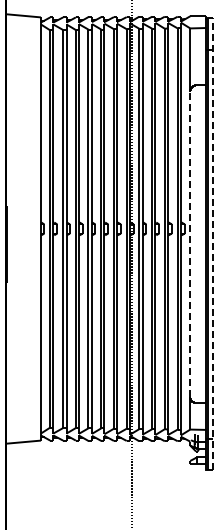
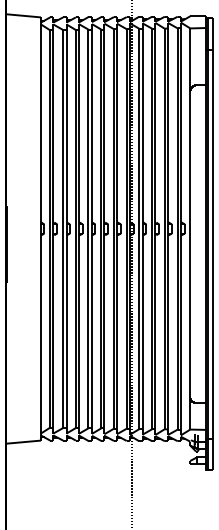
line at (212, 243): dashed -> solid
line at (190, 244): dashed -> solid
